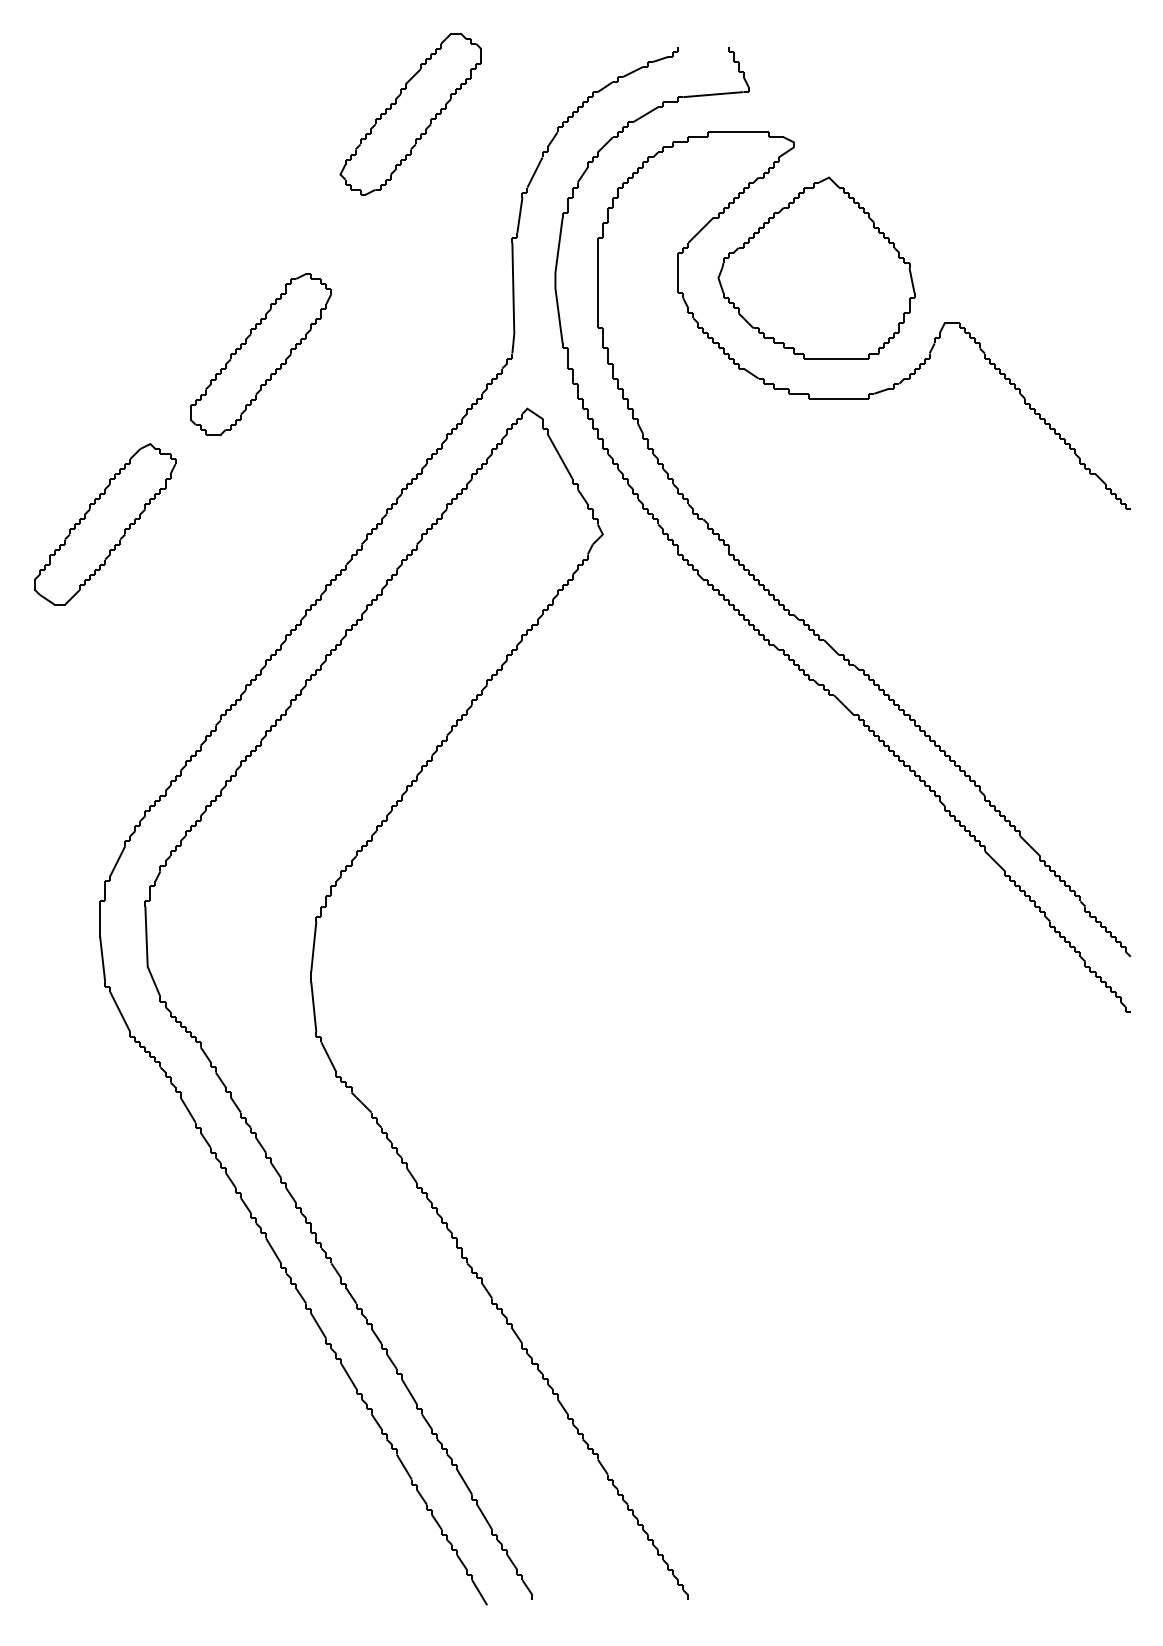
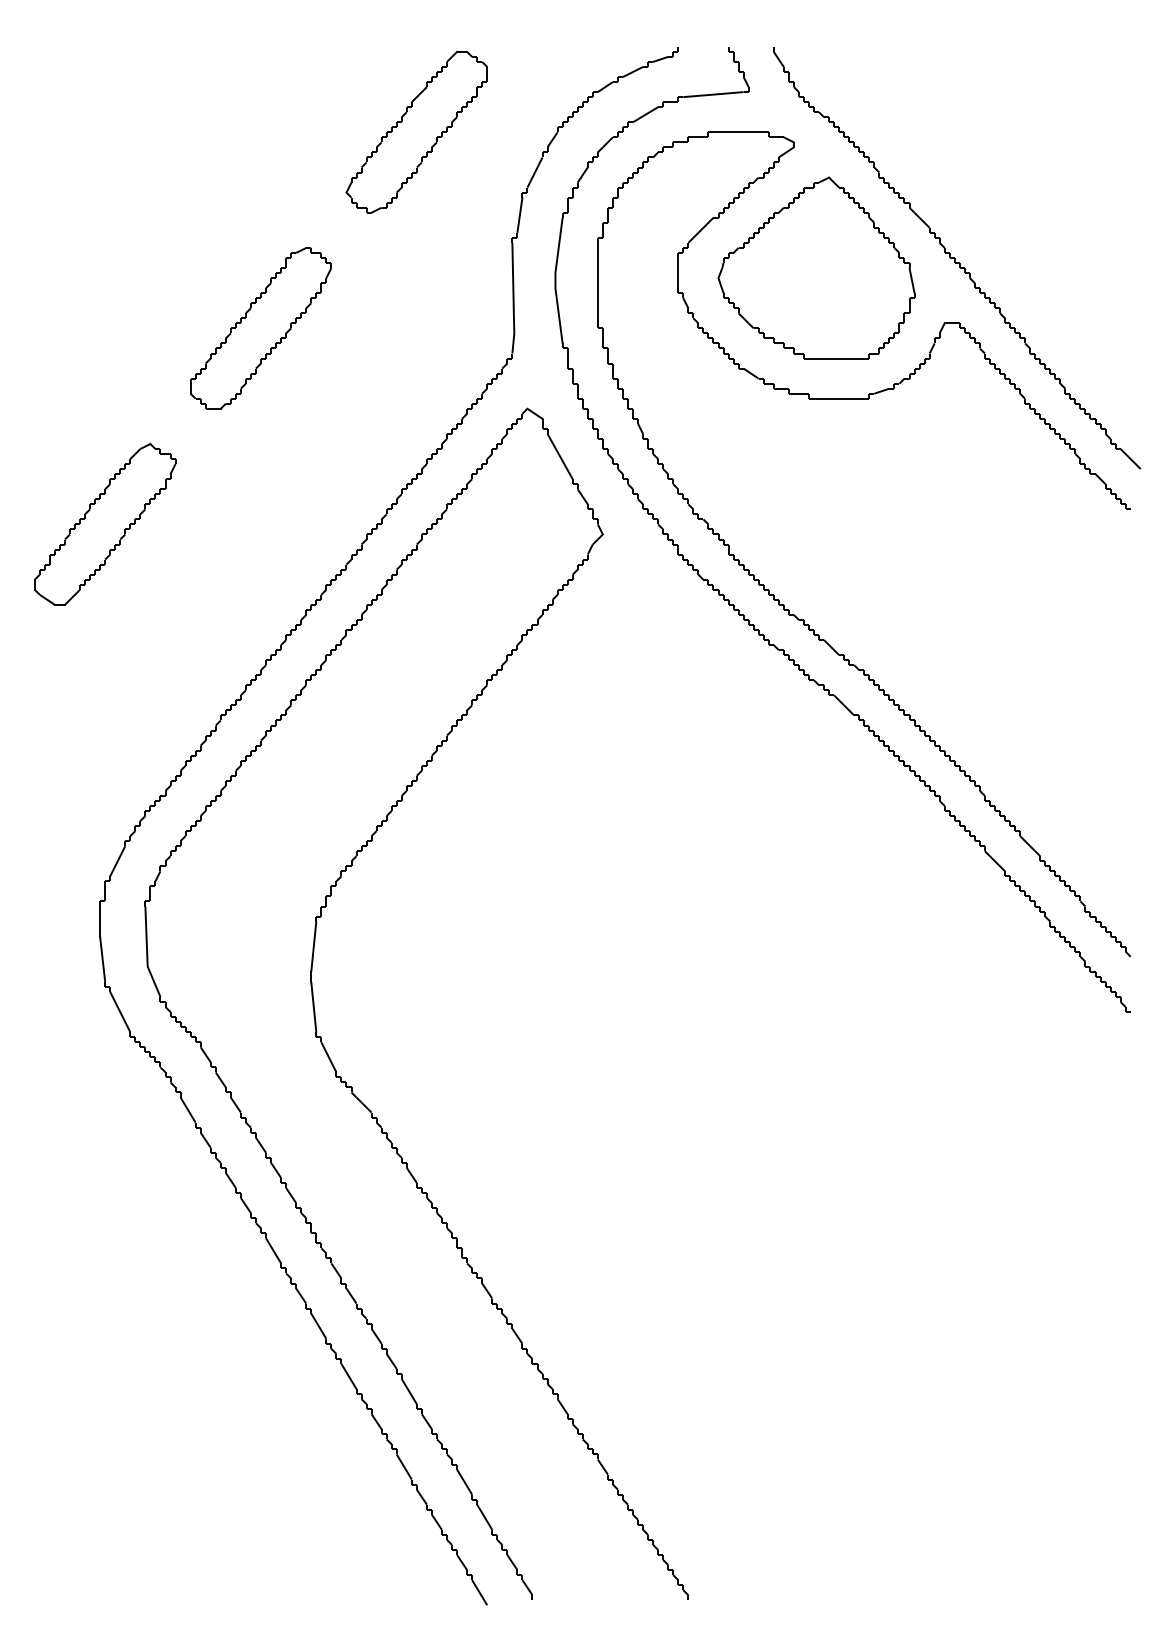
part at (410, 114) position: (410, 114) -> (416, 132)
part at (957, 258): none -> present
part at (260, 354) position: (260, 354) -> (260, 328)
